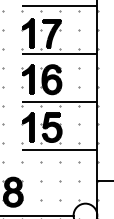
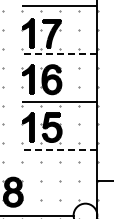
line at (59, 54): solid -> dashed
line at (59, 150): solid -> dashed
